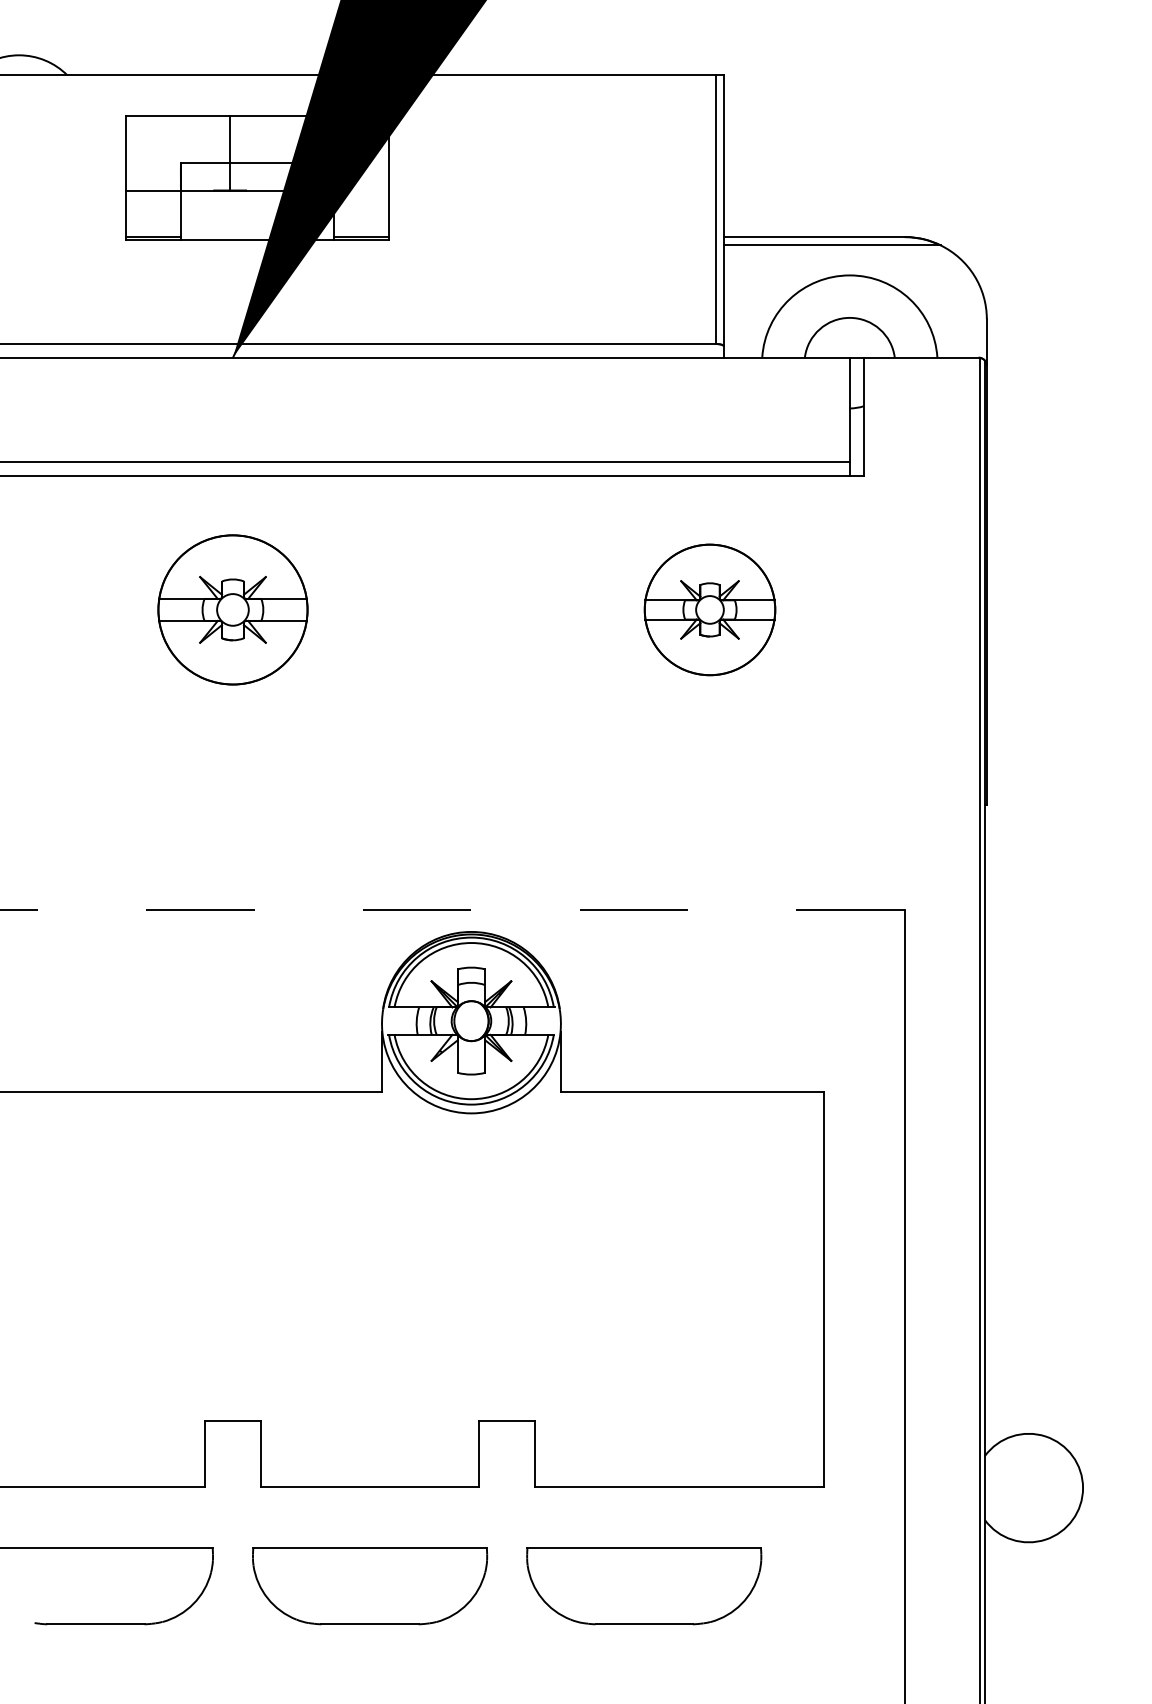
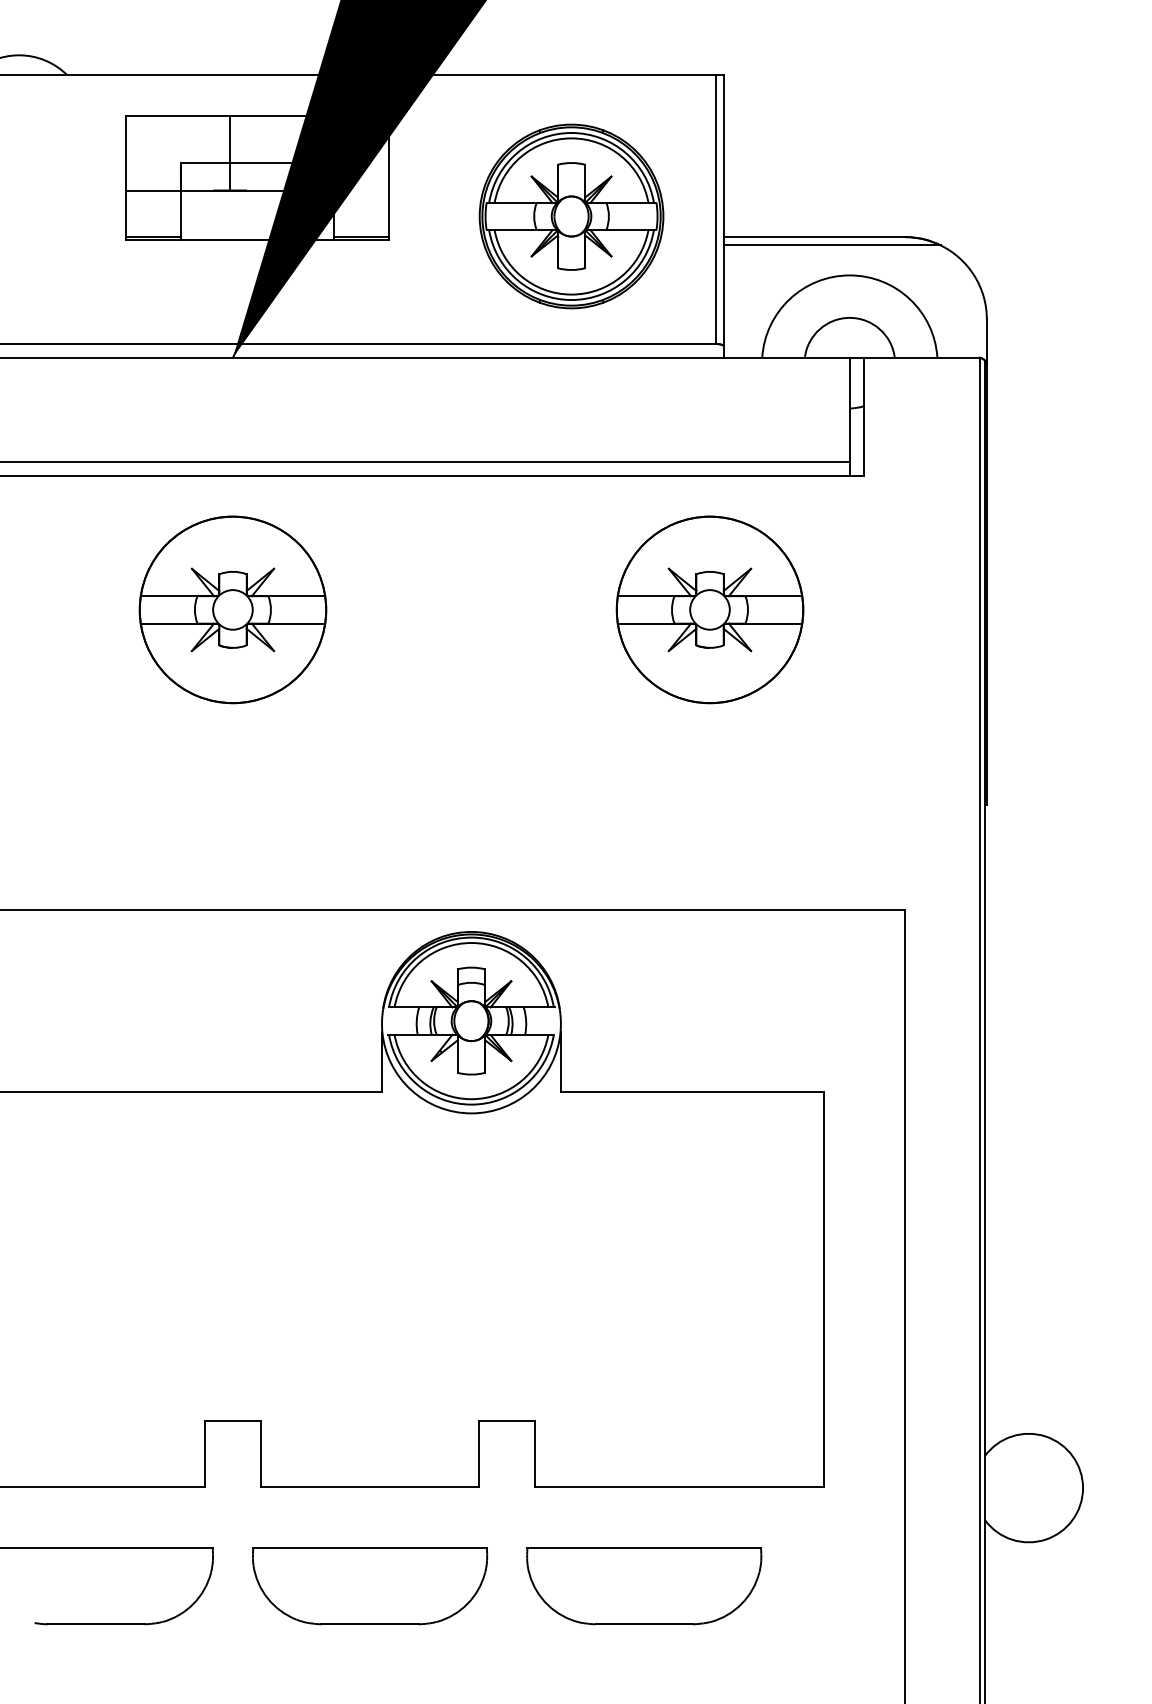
part at (571, 216): none -> present
part at (232, 609) size: 152x152 px -> 190x190 px
part at (709, 609) size: 134x134 px -> 190x190 px
line at (451, 910): dashed -> solid
